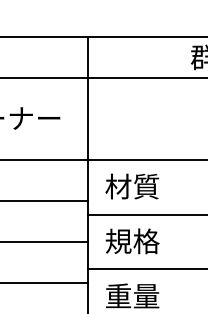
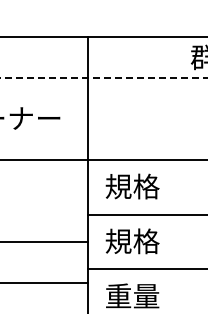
line at (104, 77): solid -> dashed
text at (132, 186): 材質 -> 規格
line at (44, 200): present -> none
